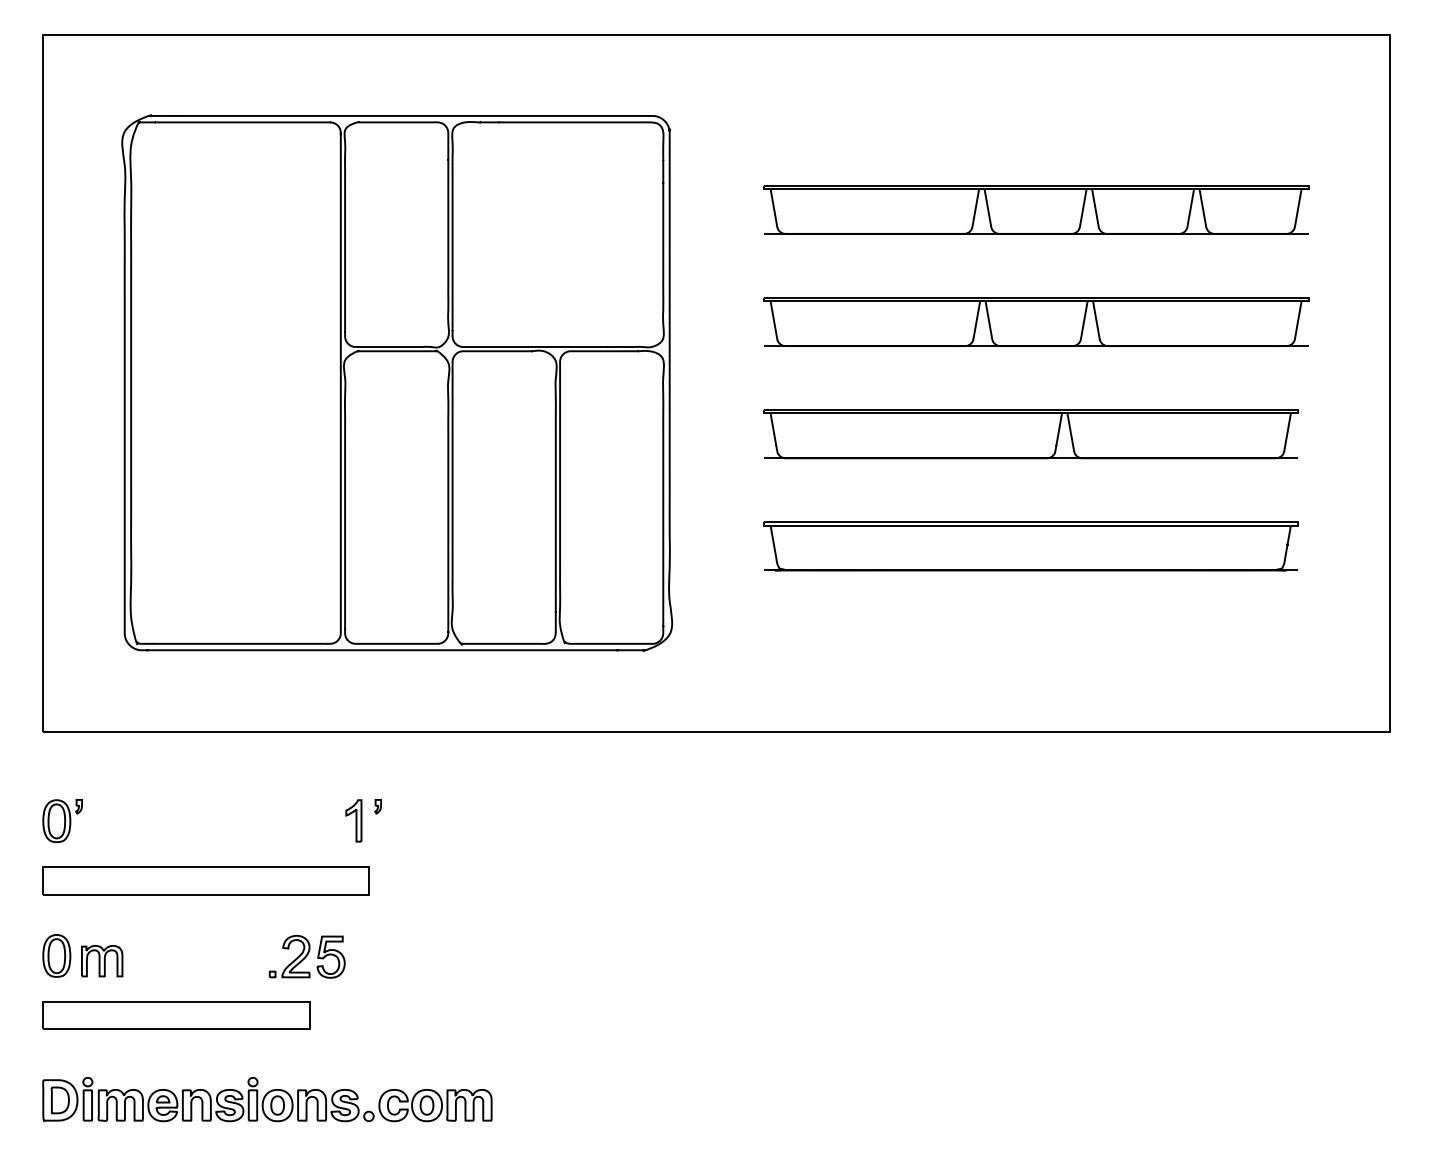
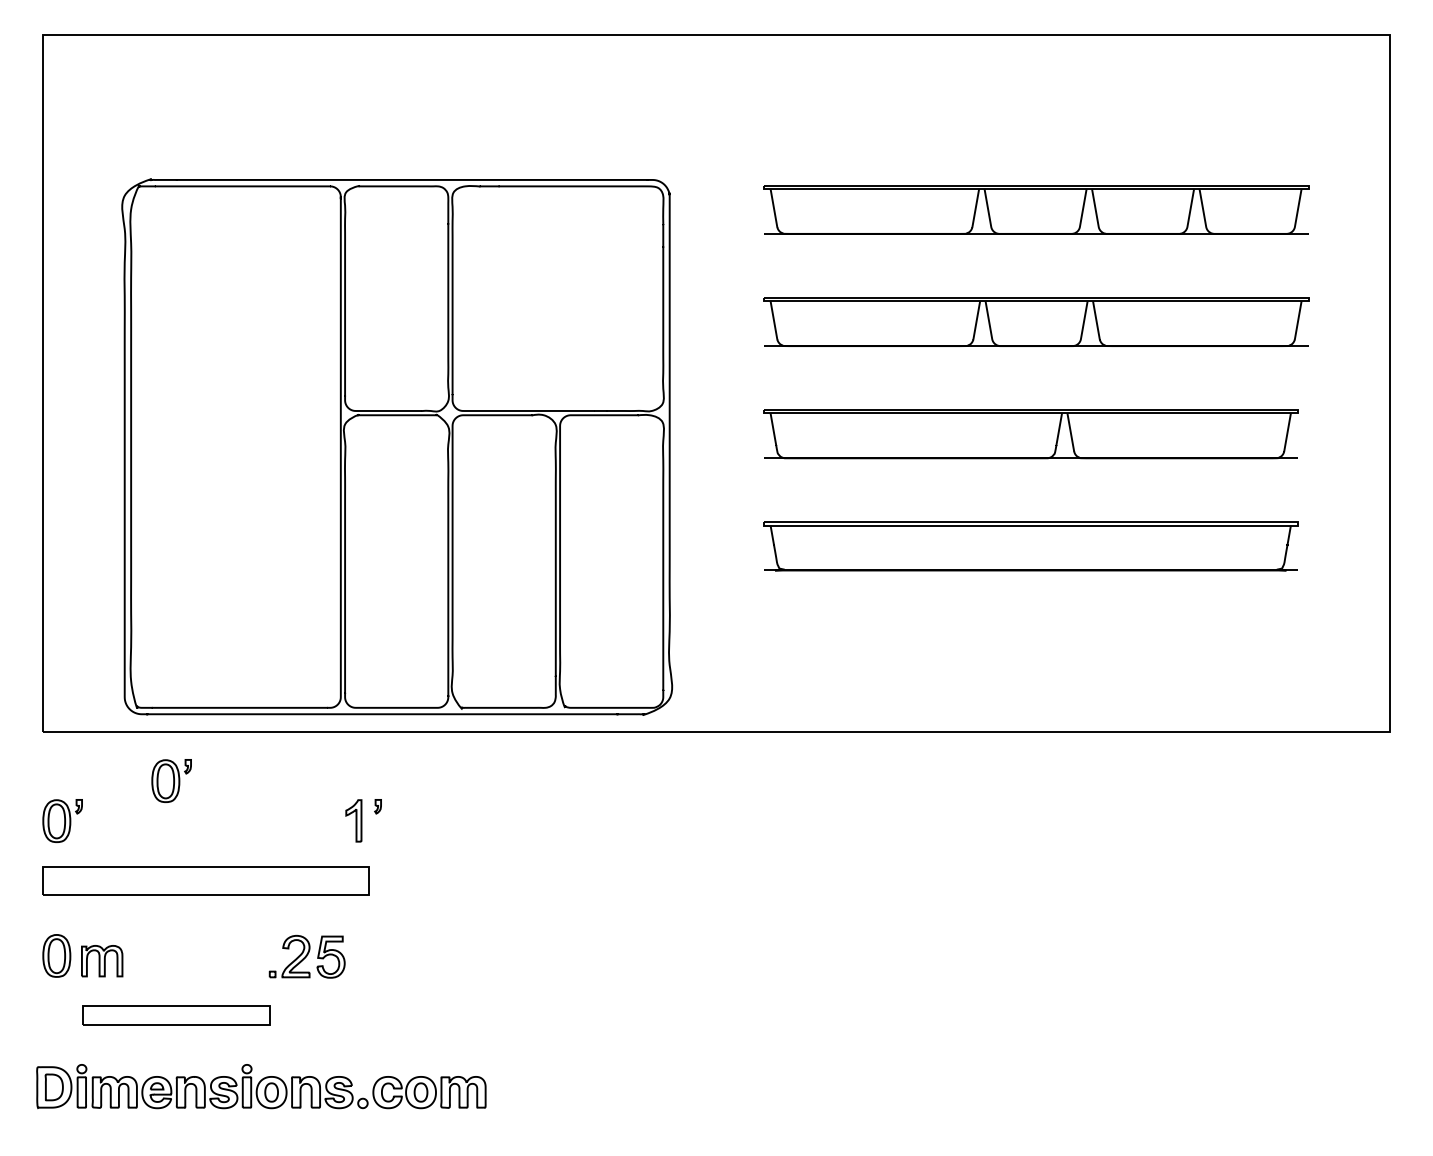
part at (397, 382) position: (397, 382) -> (397, 446)
part at (171, 780): none -> present
part at (176, 1015) size: 269x29 px -> 189x21 px
part at (267, 1099) position: (267, 1099) -> (261, 1086)
